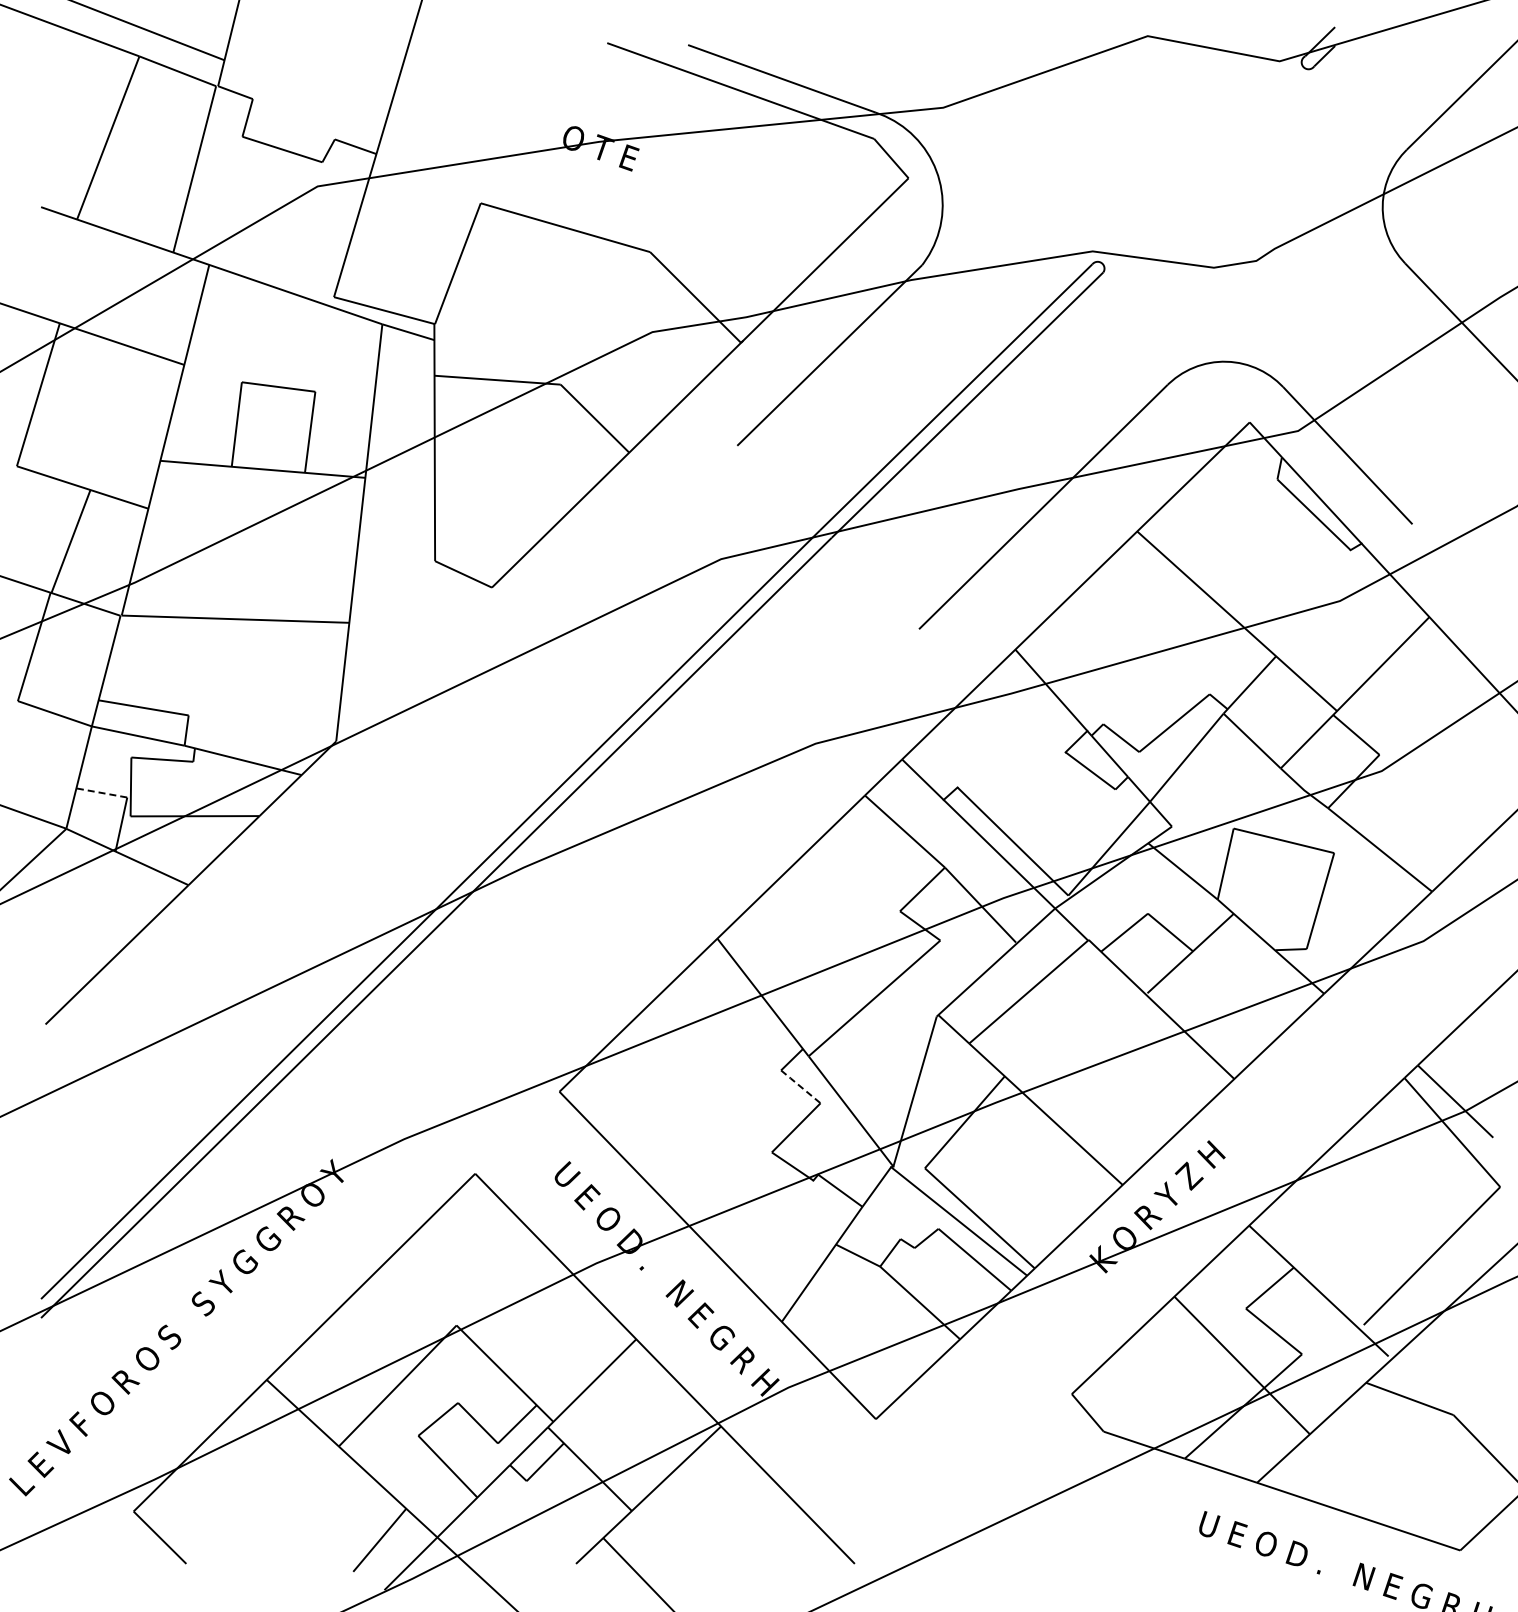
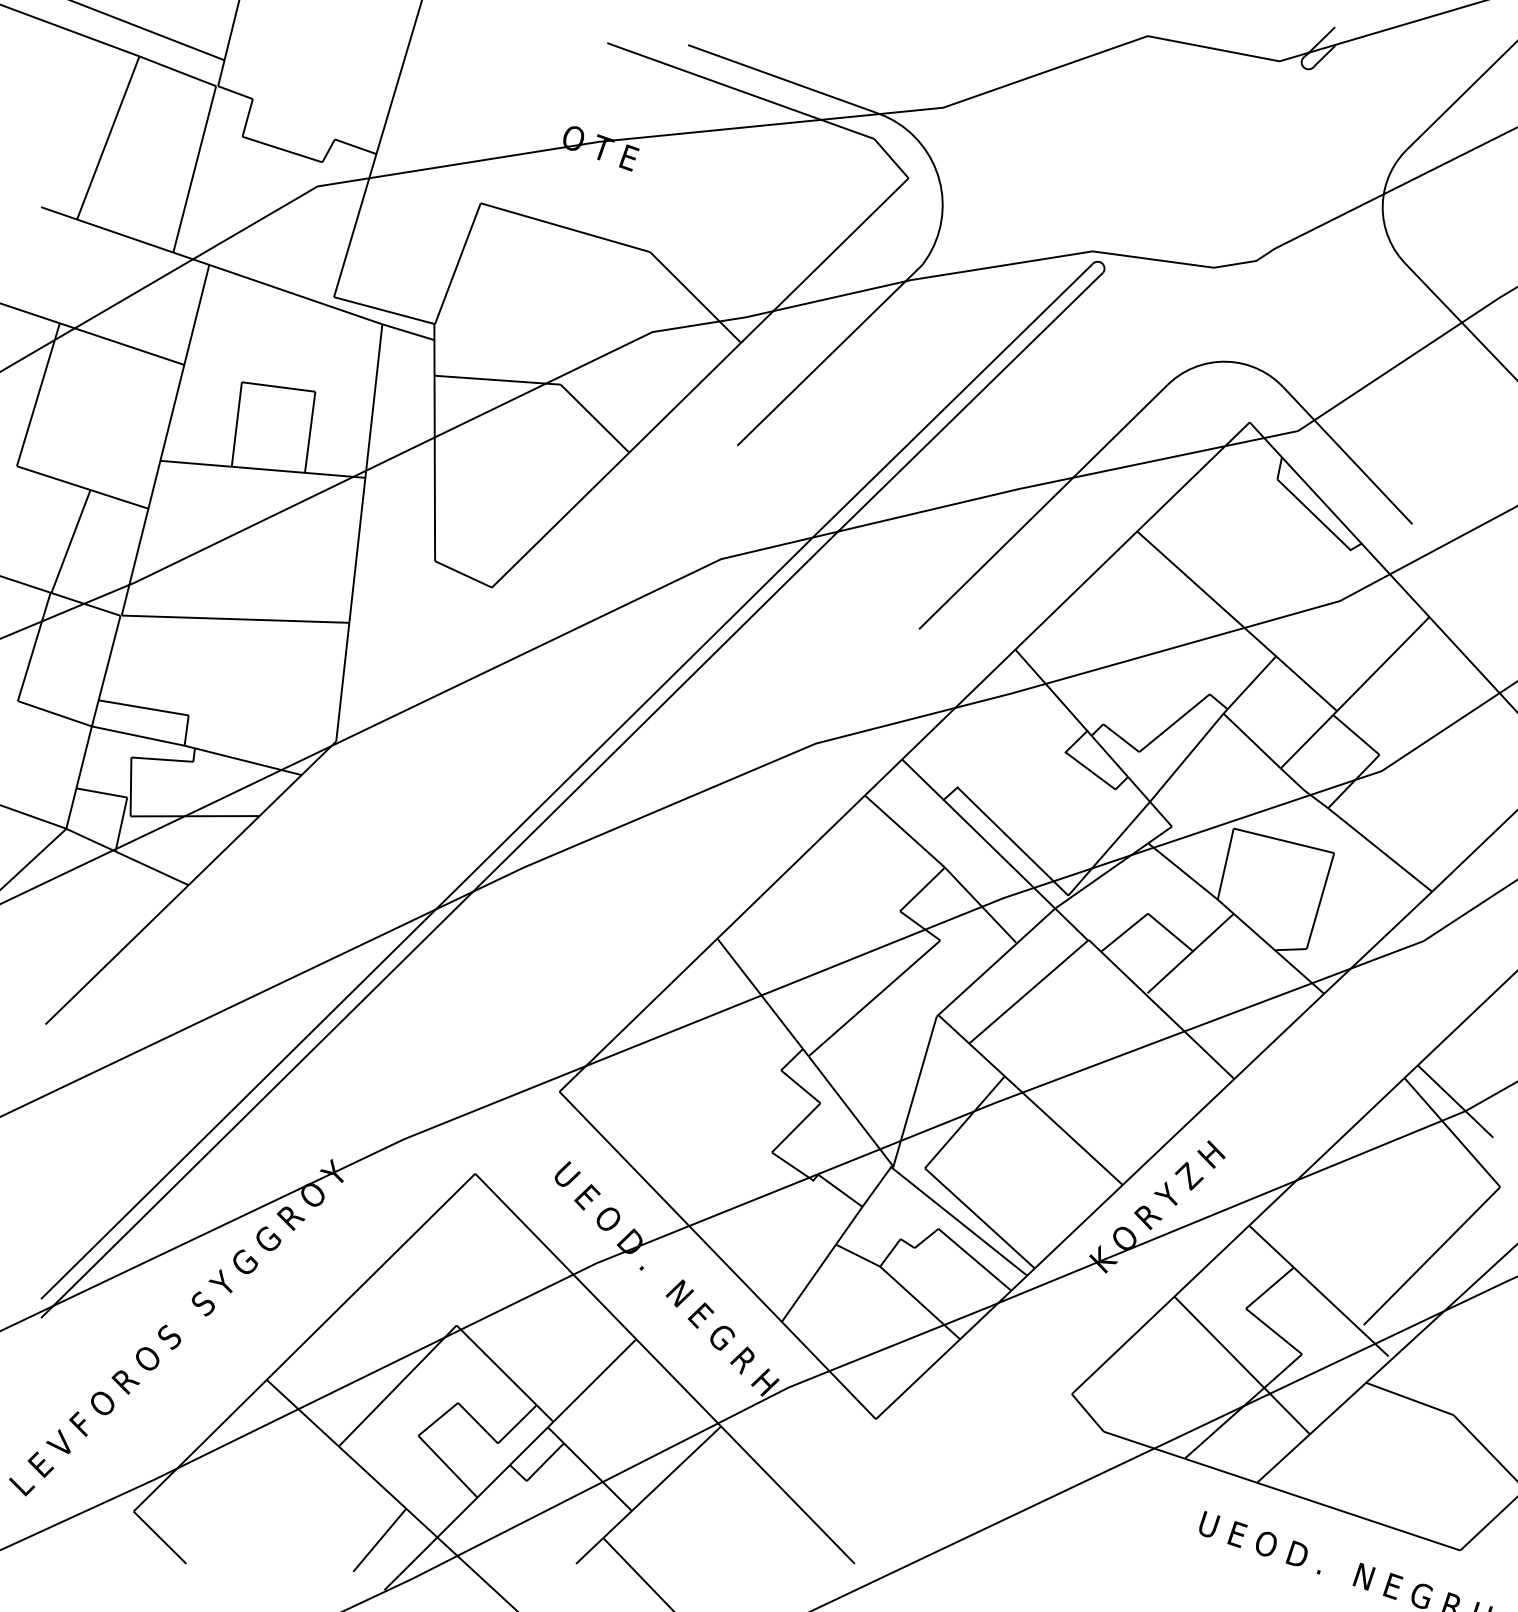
line at (102, 793): dashed -> solid
line at (800, 1086): dashed -> solid
